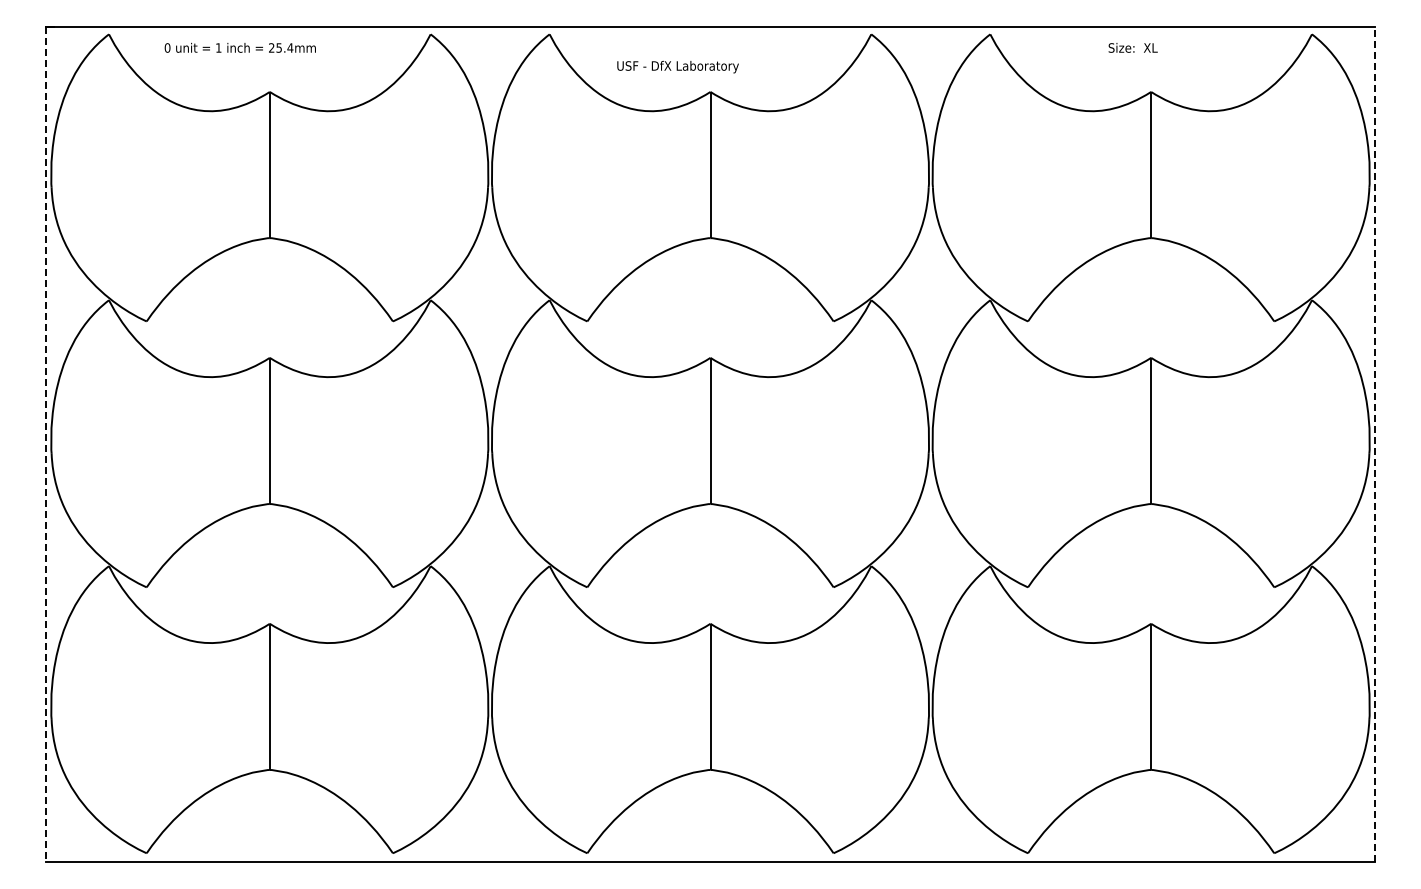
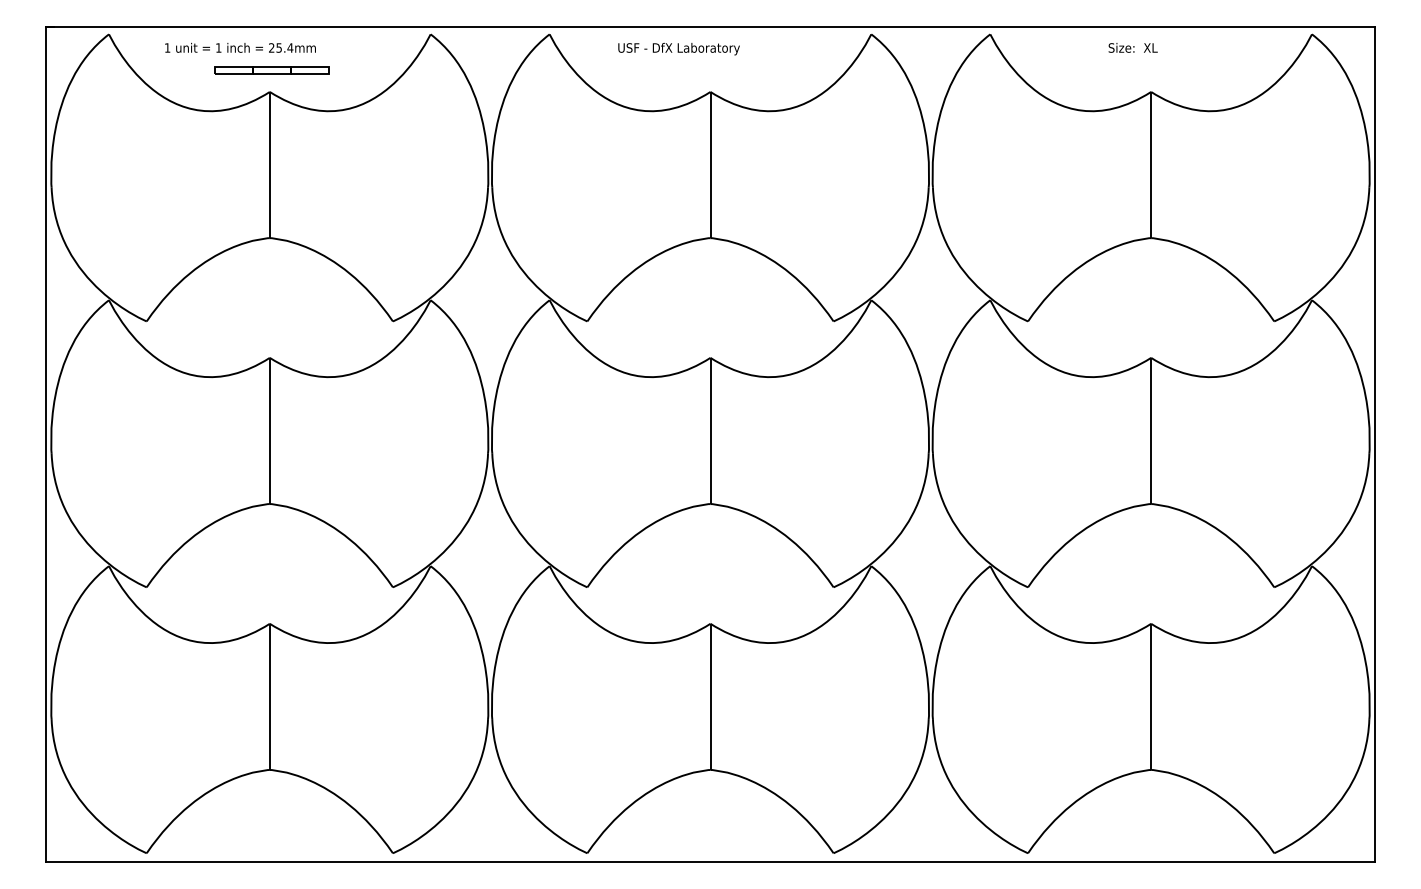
text at (167, 47): 0 -> 1
text at (677, 66) position: (677, 66) -> (678, 48)
part at (271, 70): none -> present
line at (45, 444): dashed -> solid
line at (1375, 444): dashed -> solid
